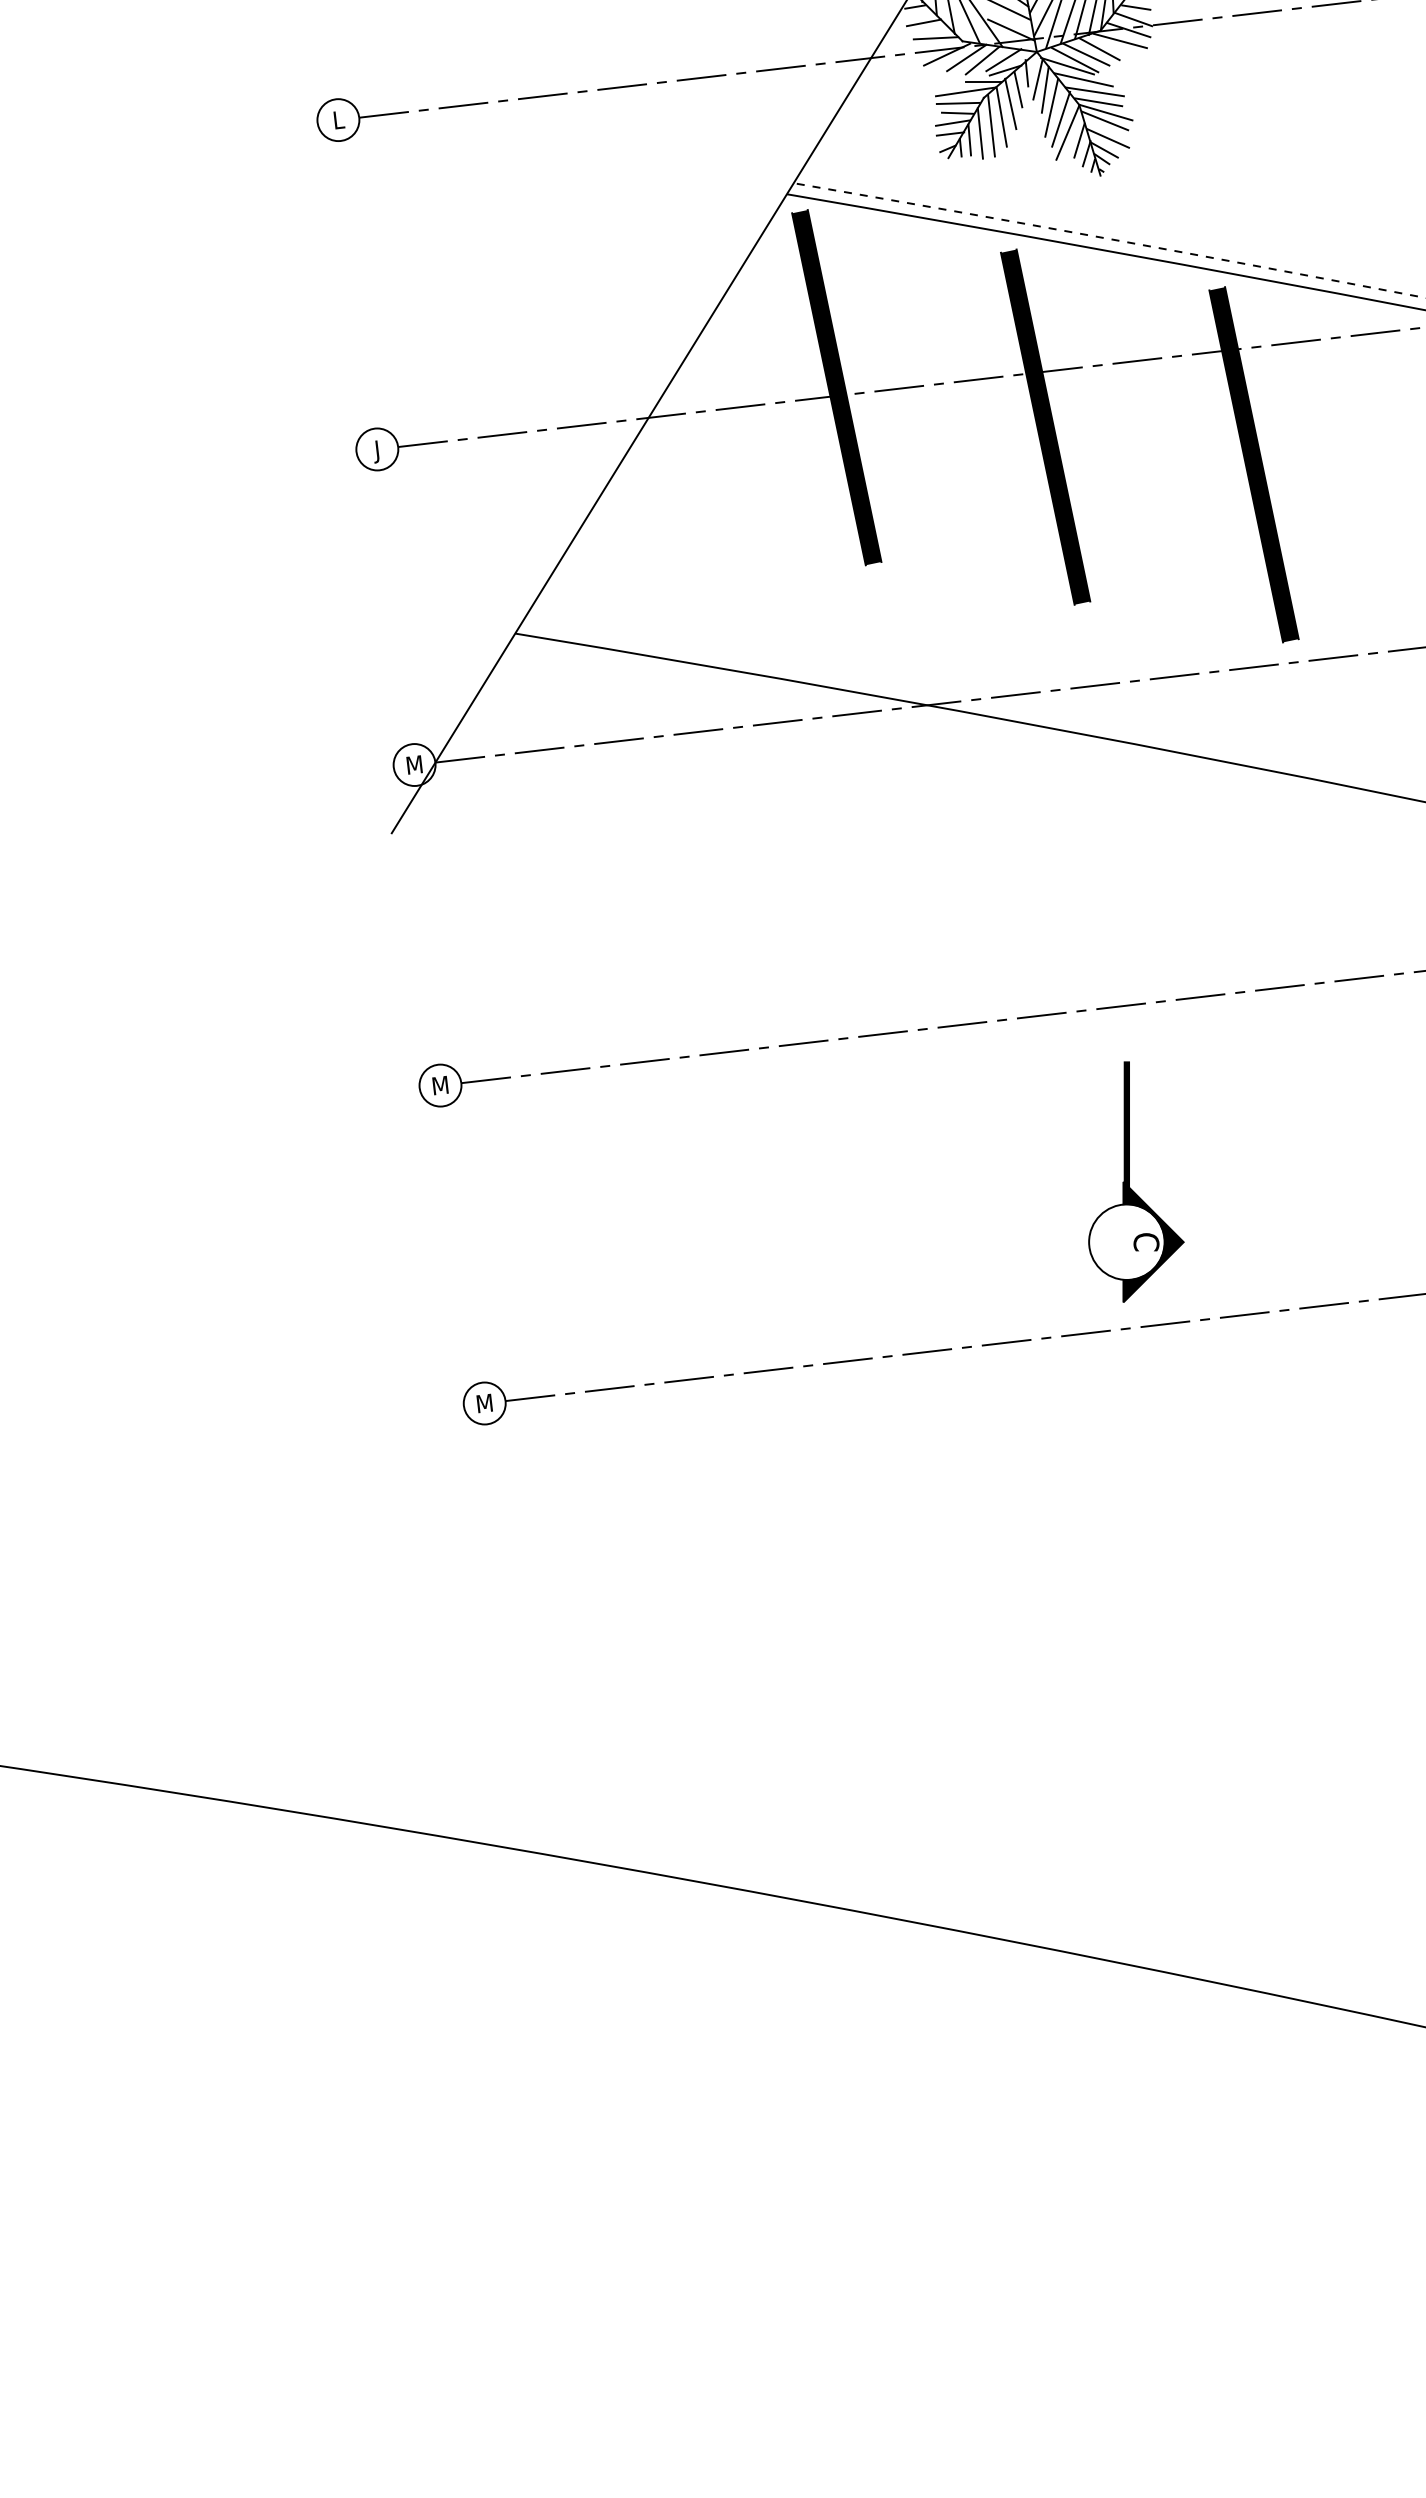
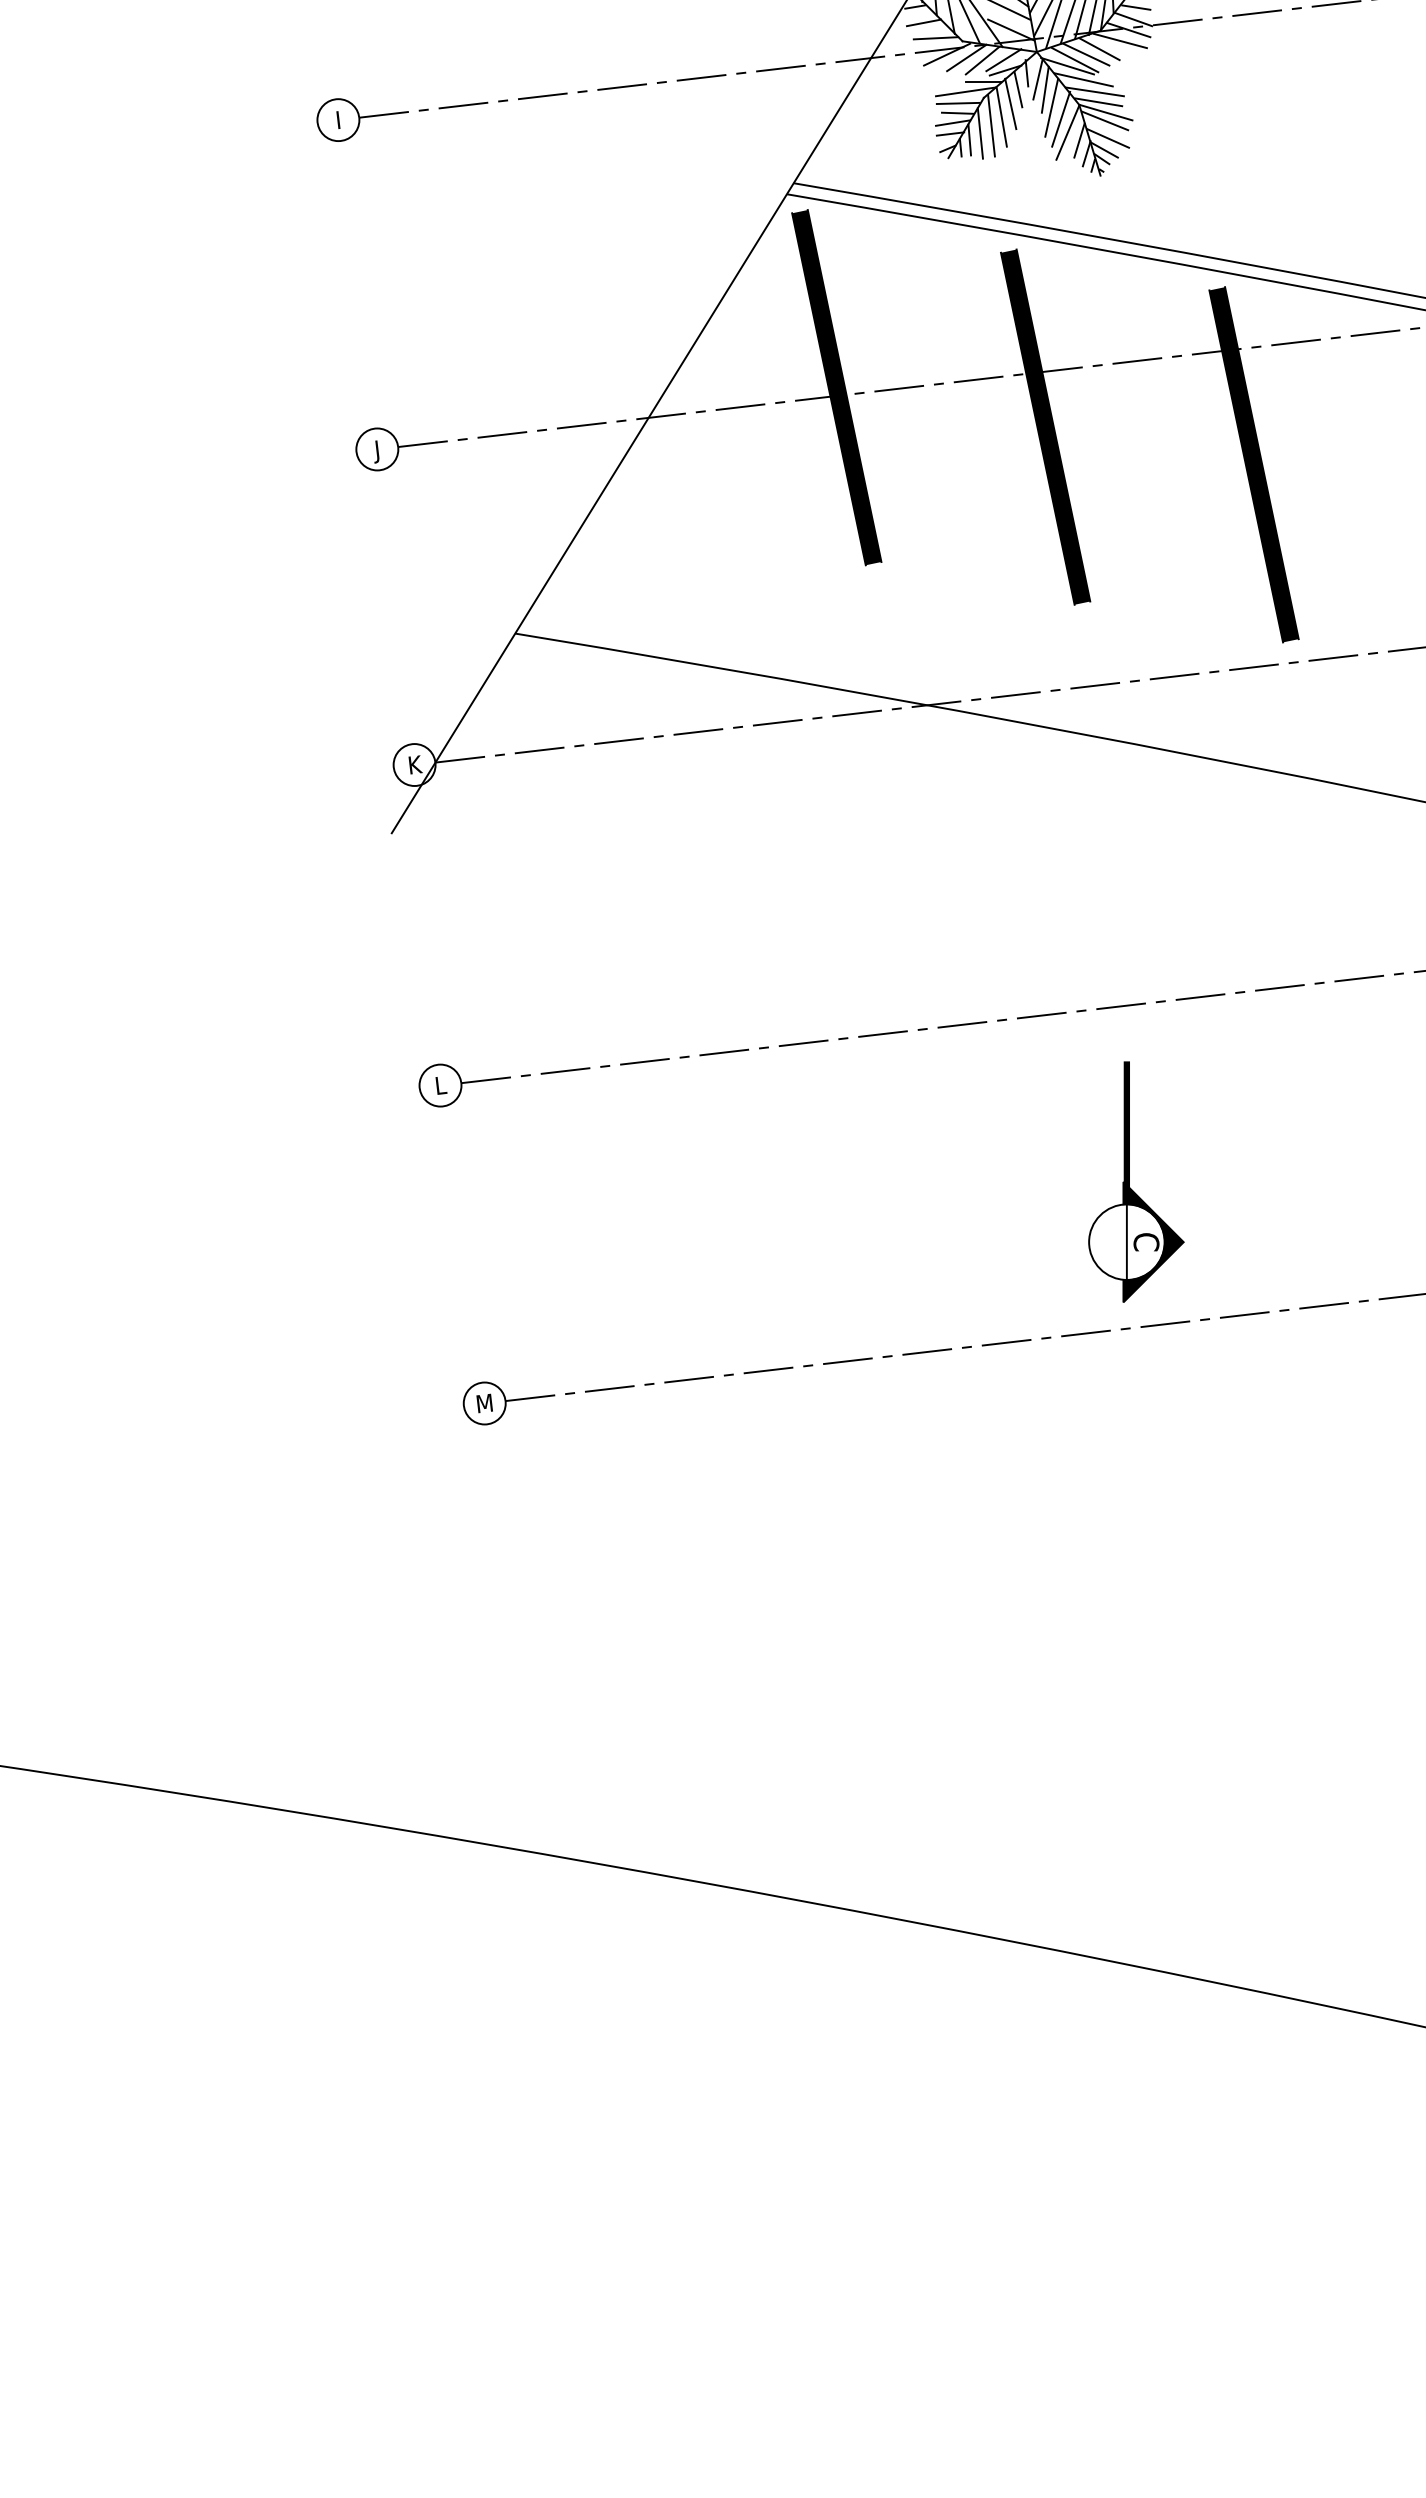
text at (339, 120): L -> I
arc at (1109, 239): dashed -> solid
text at (414, 764): M -> K
text at (440, 1085): M -> L
line at (1126, 1241): none -> present
